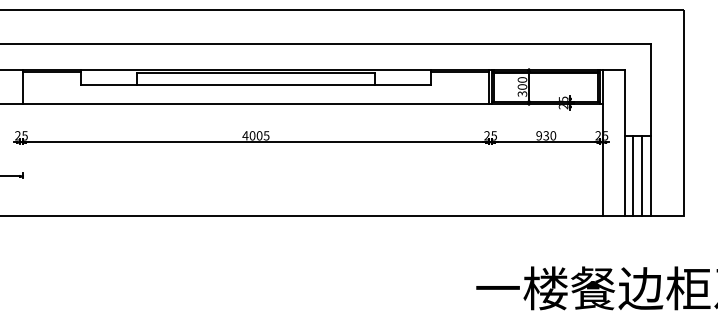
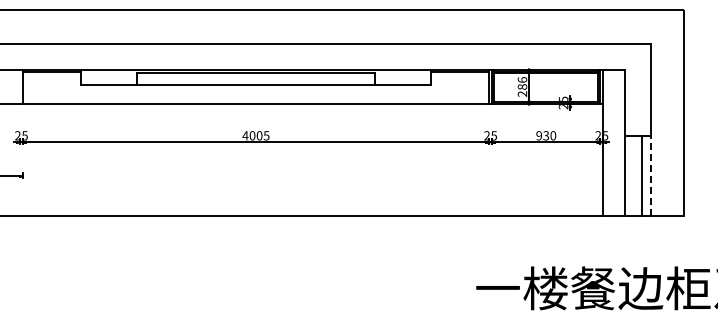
text at (522, 86): 300 -> 286
line at (633, 175): present -> none
line at (650, 175): solid -> dashed
